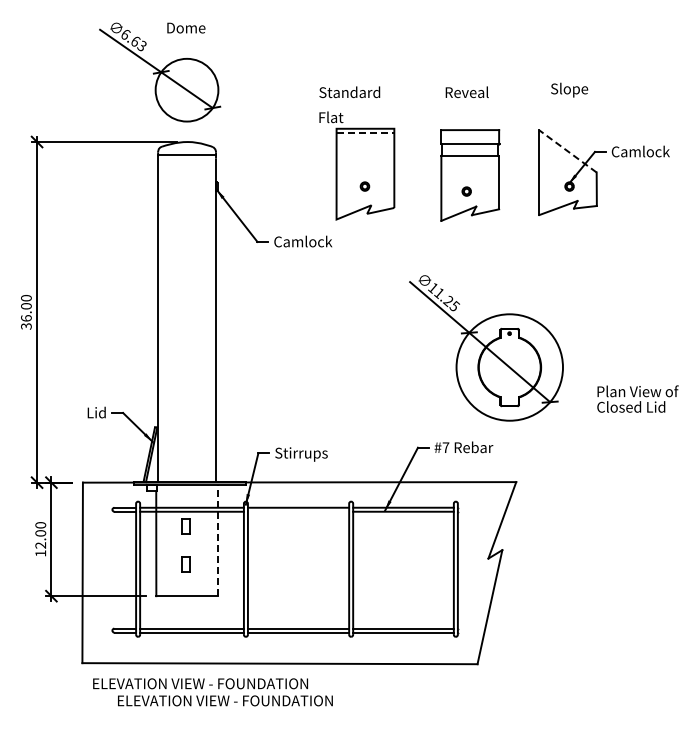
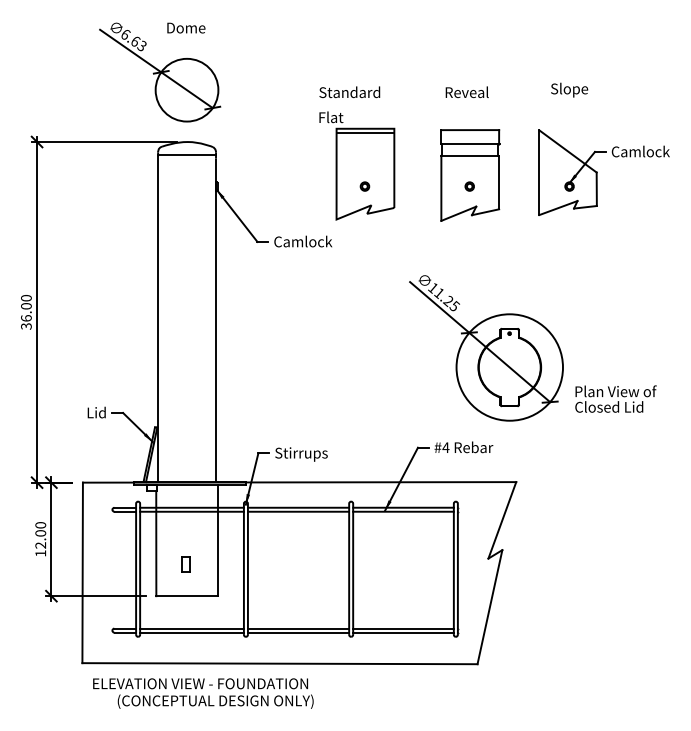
line at (365, 133): dashed -> solid
line at (568, 151): dashed -> solid
part at (466, 191) position: (466, 191) -> (469, 186)
text at (637, 398) position: (637, 398) -> (615, 398)
text at (445, 447): #7 -> #4
line at (298, 511): none -> present
part at (185, 526): present -> none
line at (218, 540): dashed -> solid
text at (224, 701): ELEVATION VIEW - FOUNDATION -> (CONCEPTUAL DESIGN ONLY)
